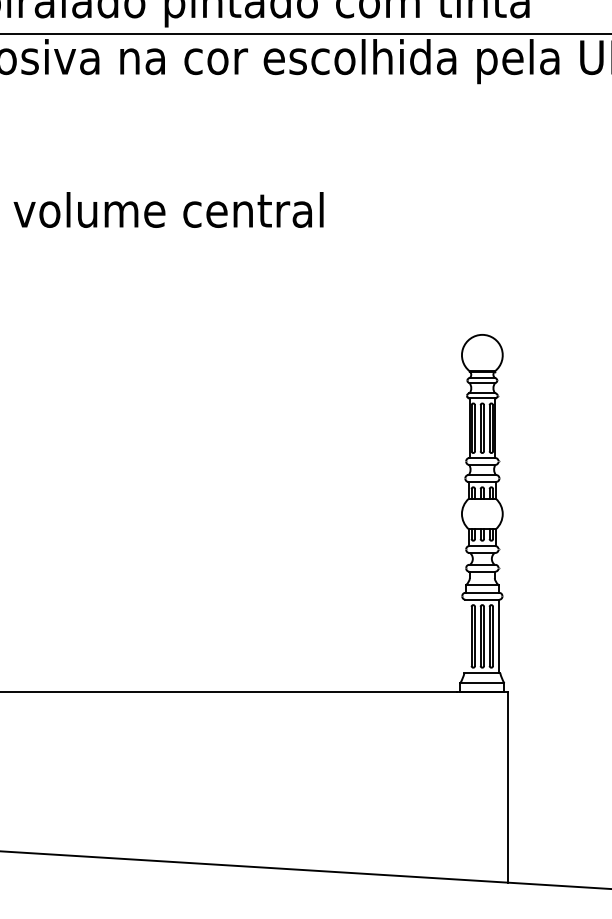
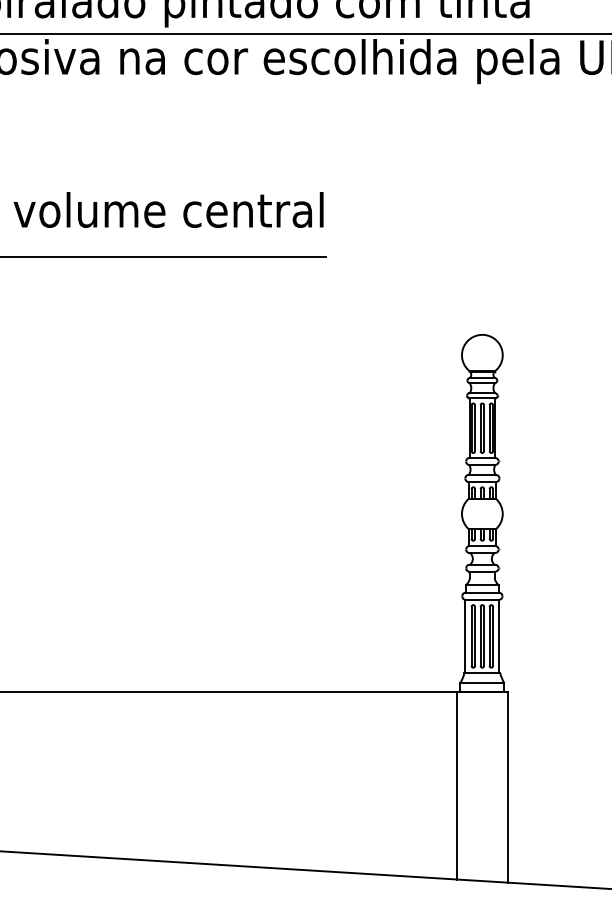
line at (163, 257): none -> present
line at (465, 636): none -> present
line at (456, 785): none -> present
